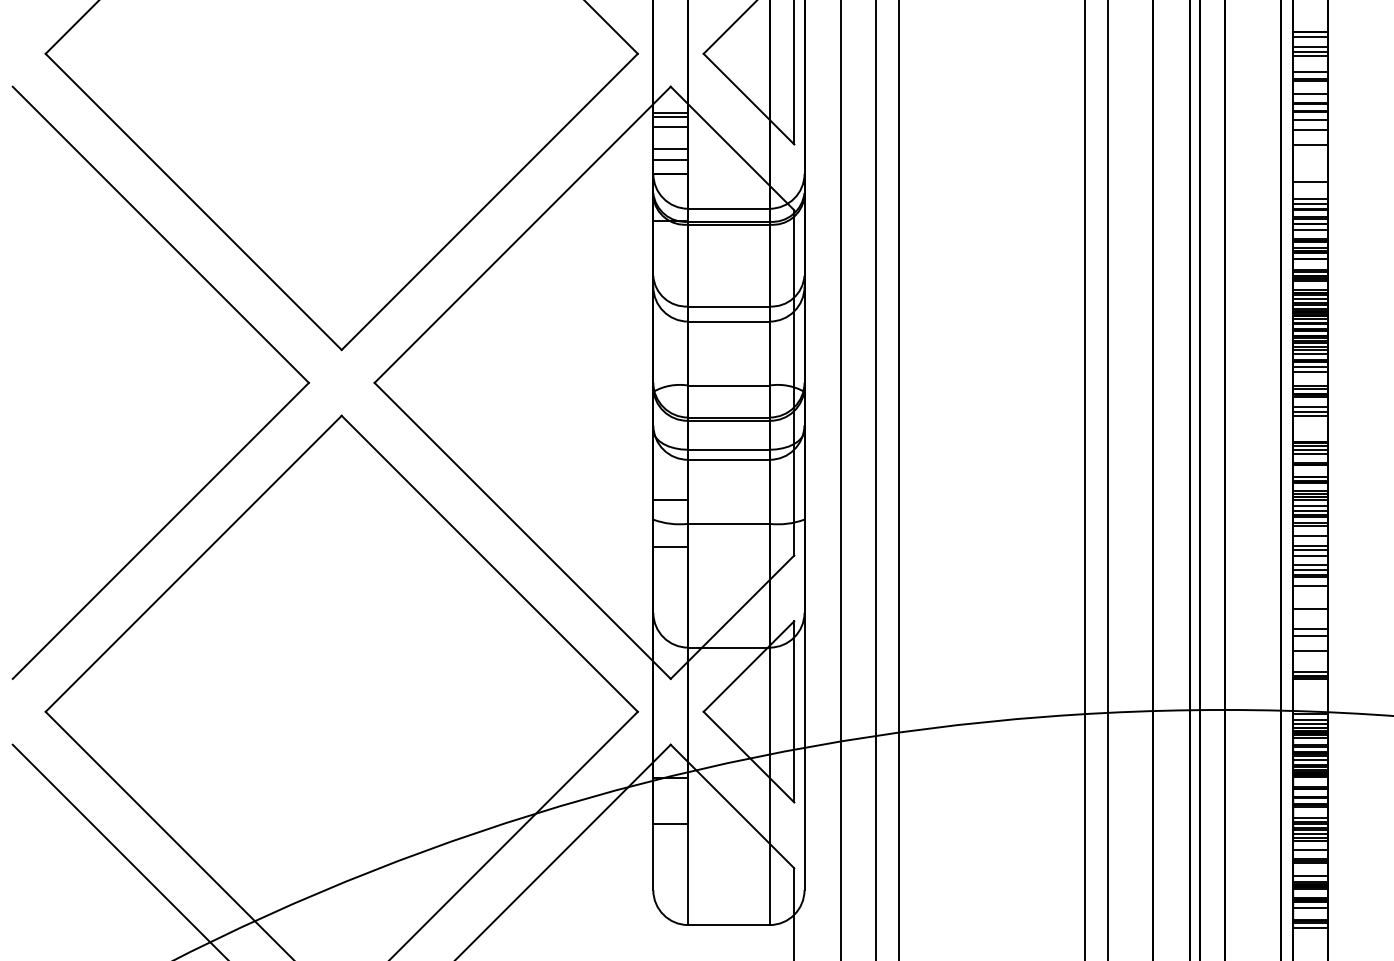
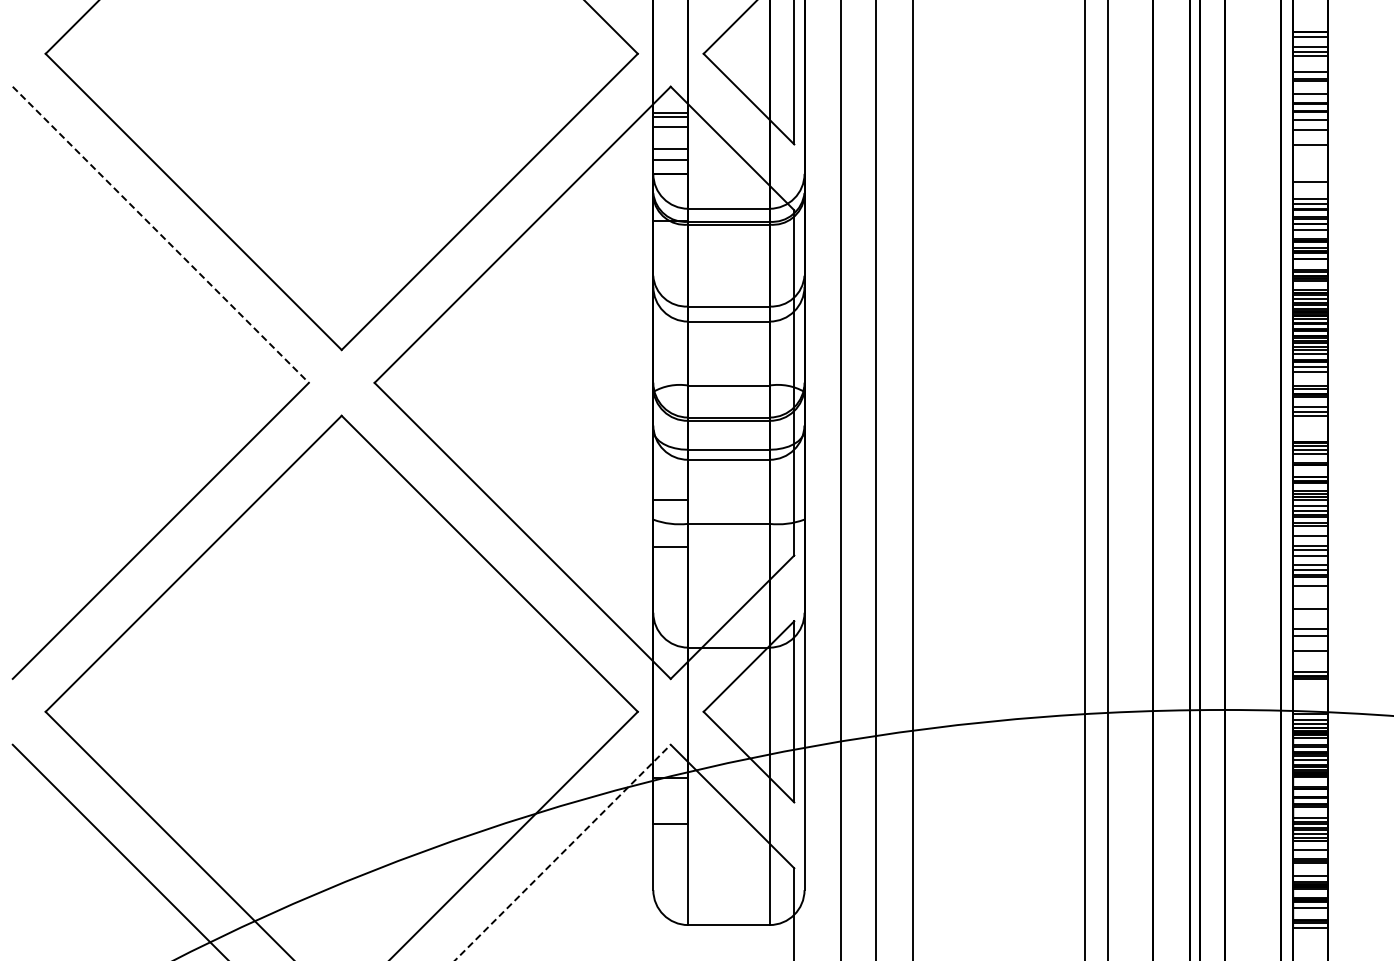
line at (161, 235): solid -> dashed
line at (898, 479) position: (898, 479) -> (912, 479)
line at (563, 852): solid -> dashed
